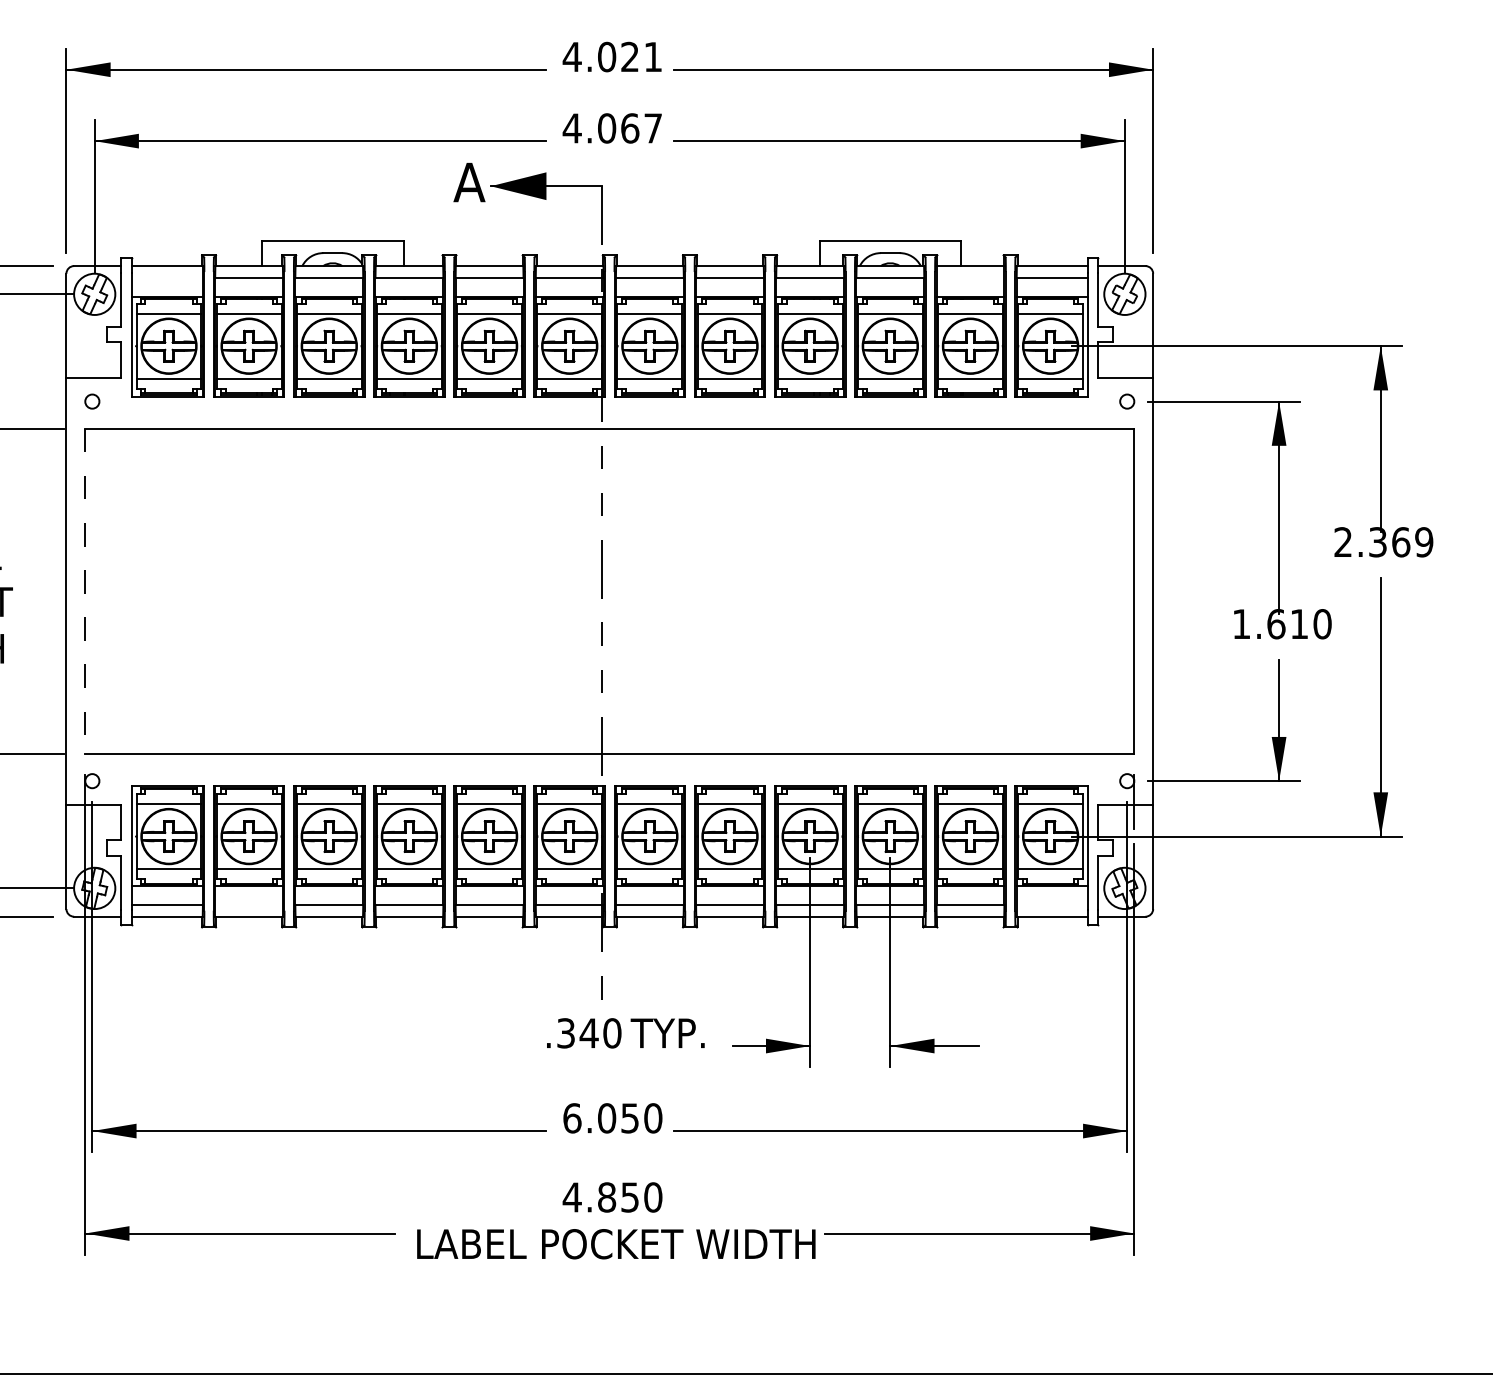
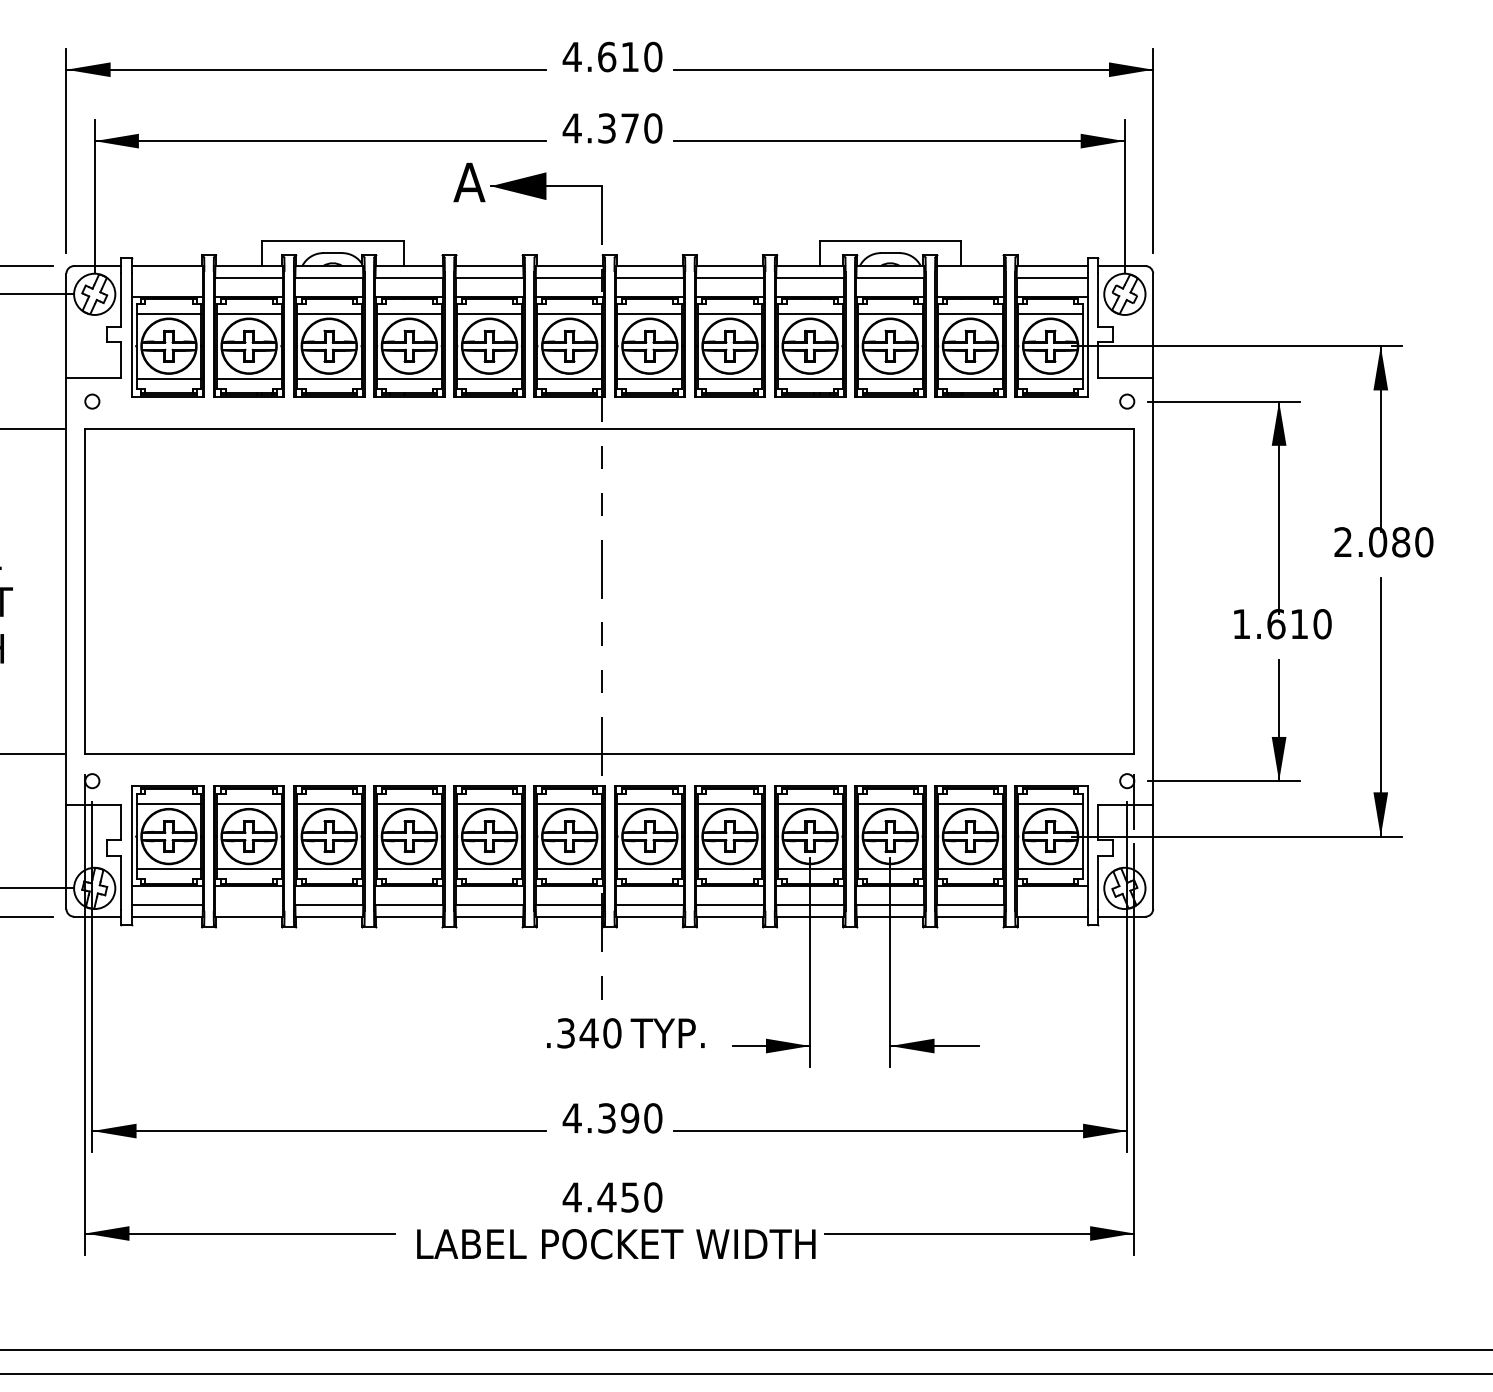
text at (630, 56): 4.021 -> 4.610
text at (630, 128): 4.067 -> 4.370
text at (1401, 542): 2.369 -> 2.080
line at (85, 591): dashed -> solid
text at (600, 1118): 6.050 -> 4.390
text at (606, 1197): 4.850 -> 4.450
line at (745, 1350): none -> present
